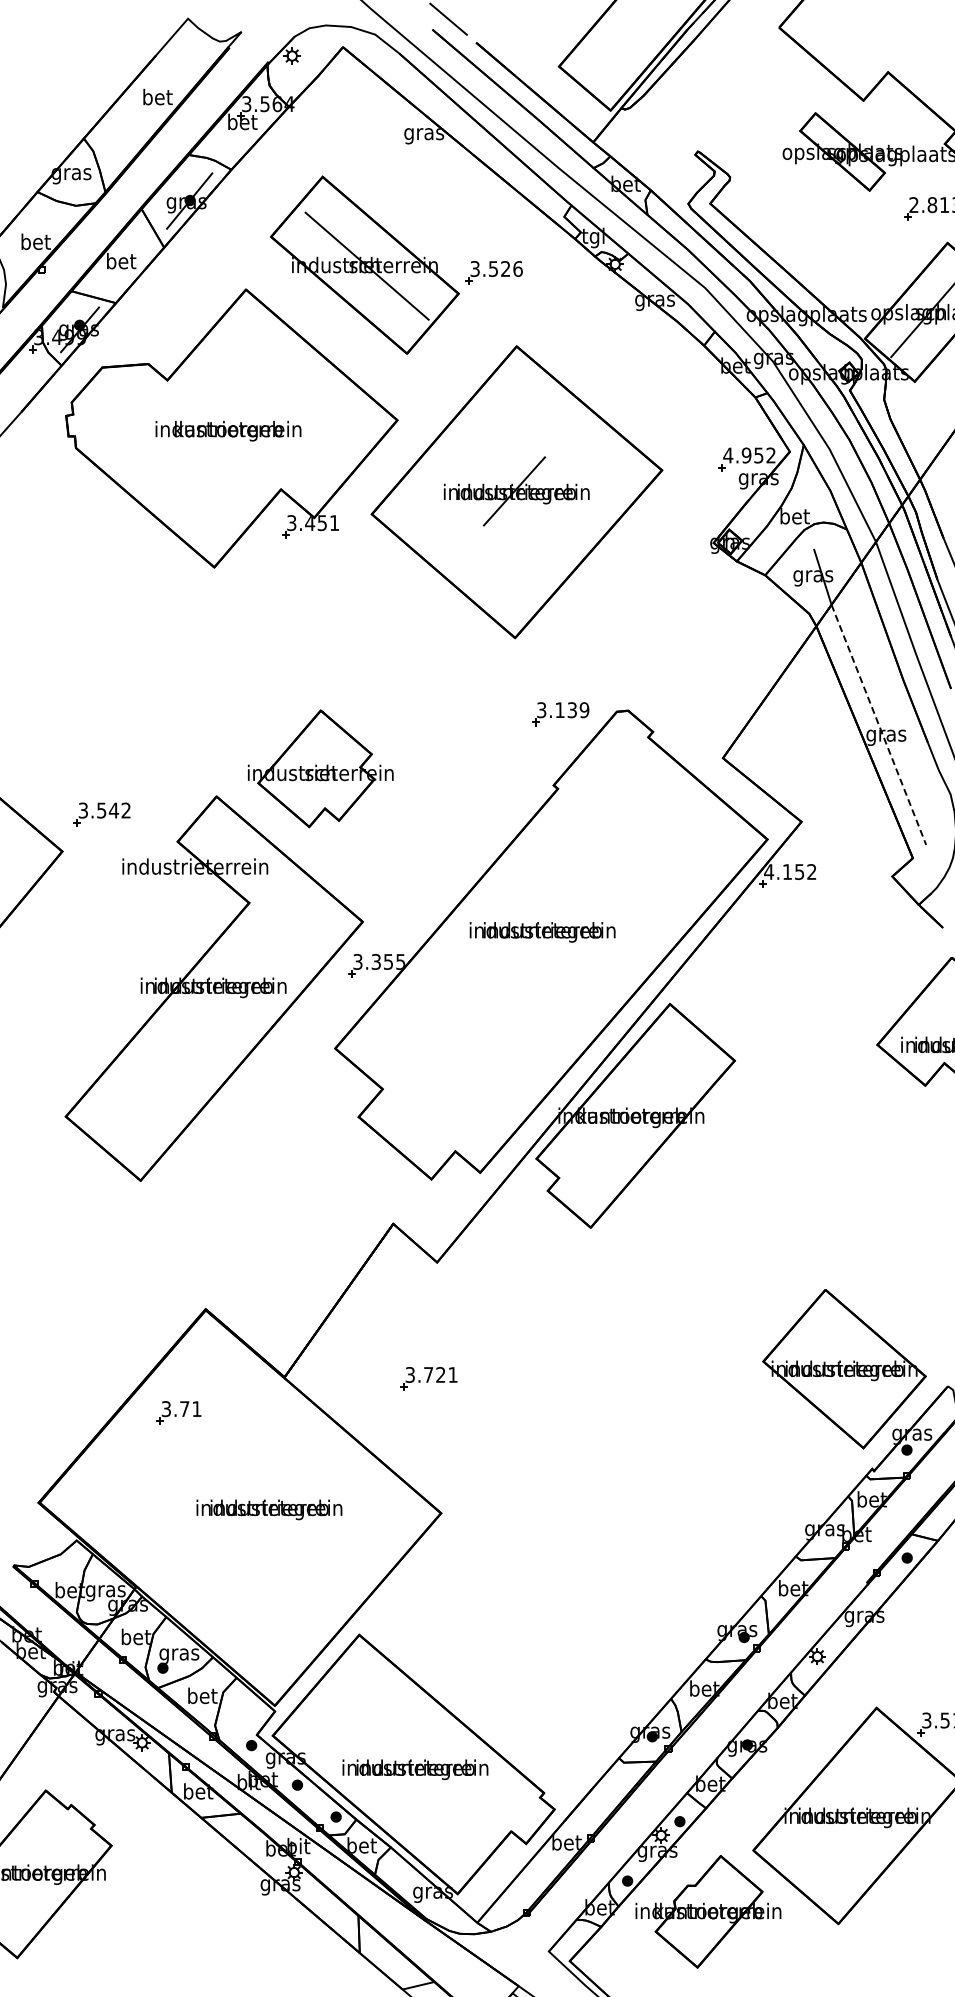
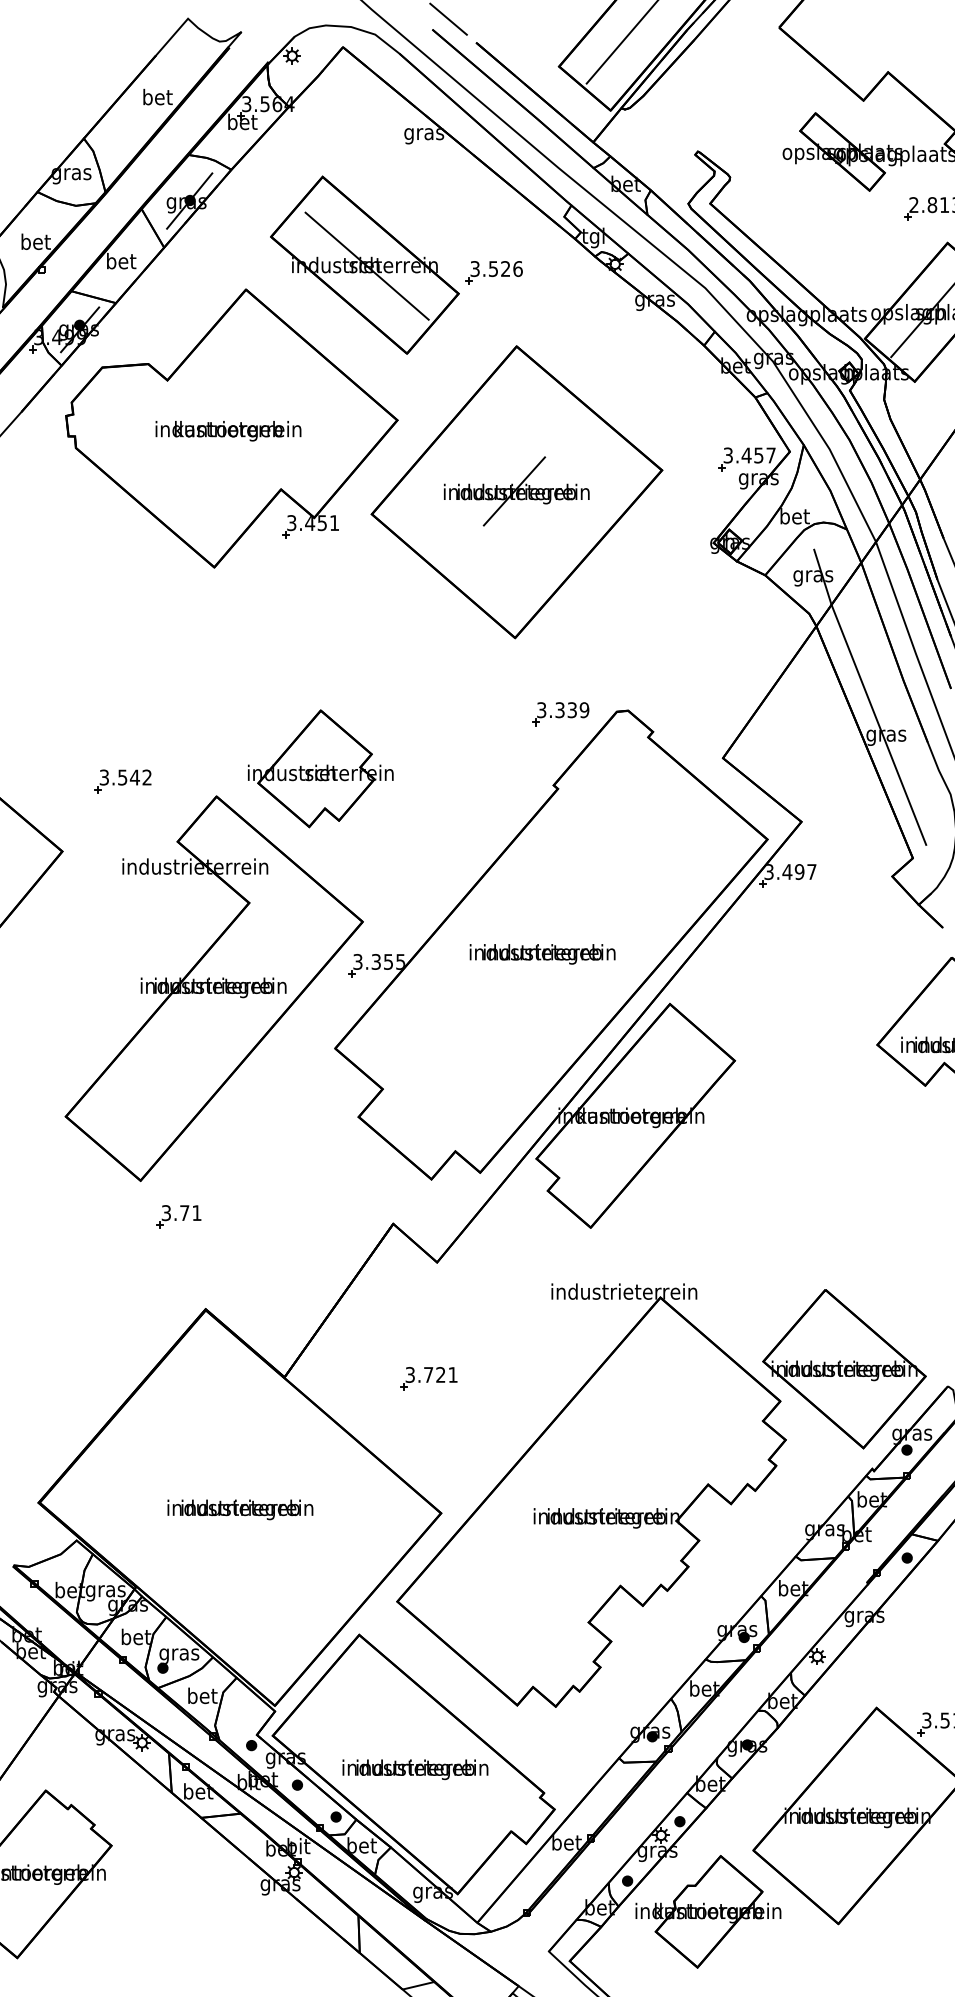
line at (621, 42): none -> present
text at (749, 455): 4.952 -> 3.457
text at (559, 710): 3.139 -> 3.339
line at (879, 725): dashed -> solid
part at (101, 814) position: (101, 814) -> (122, 781)
text at (790, 872): 4.152 -> 3.497
text at (542, 932) position: (542, 932) -> (542, 954)
part at (178, 1412) position: (178, 1412) -> (178, 1216)
part at (591, 1495): none -> present
text at (269, 1509) position: (269, 1509) -> (240, 1509)
